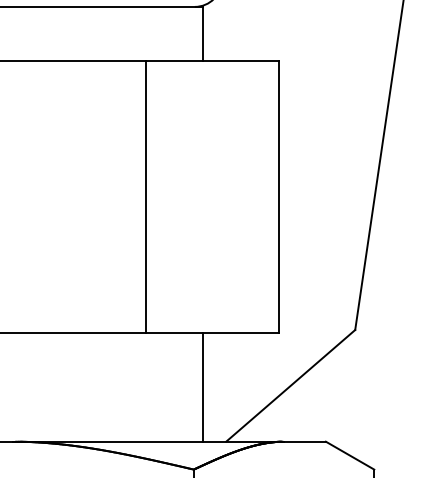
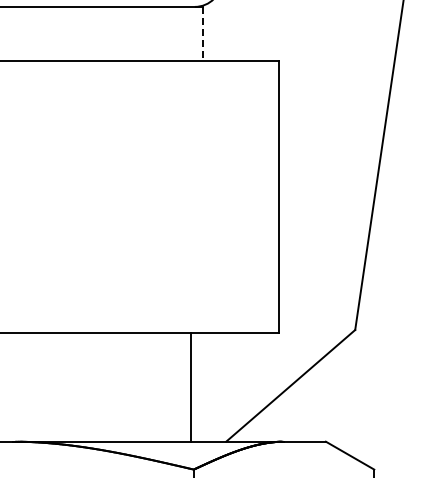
line at (202, 34): solid -> dashed
line at (146, 197): present -> none
line at (202, 387) position: (202, 387) -> (190, 387)
